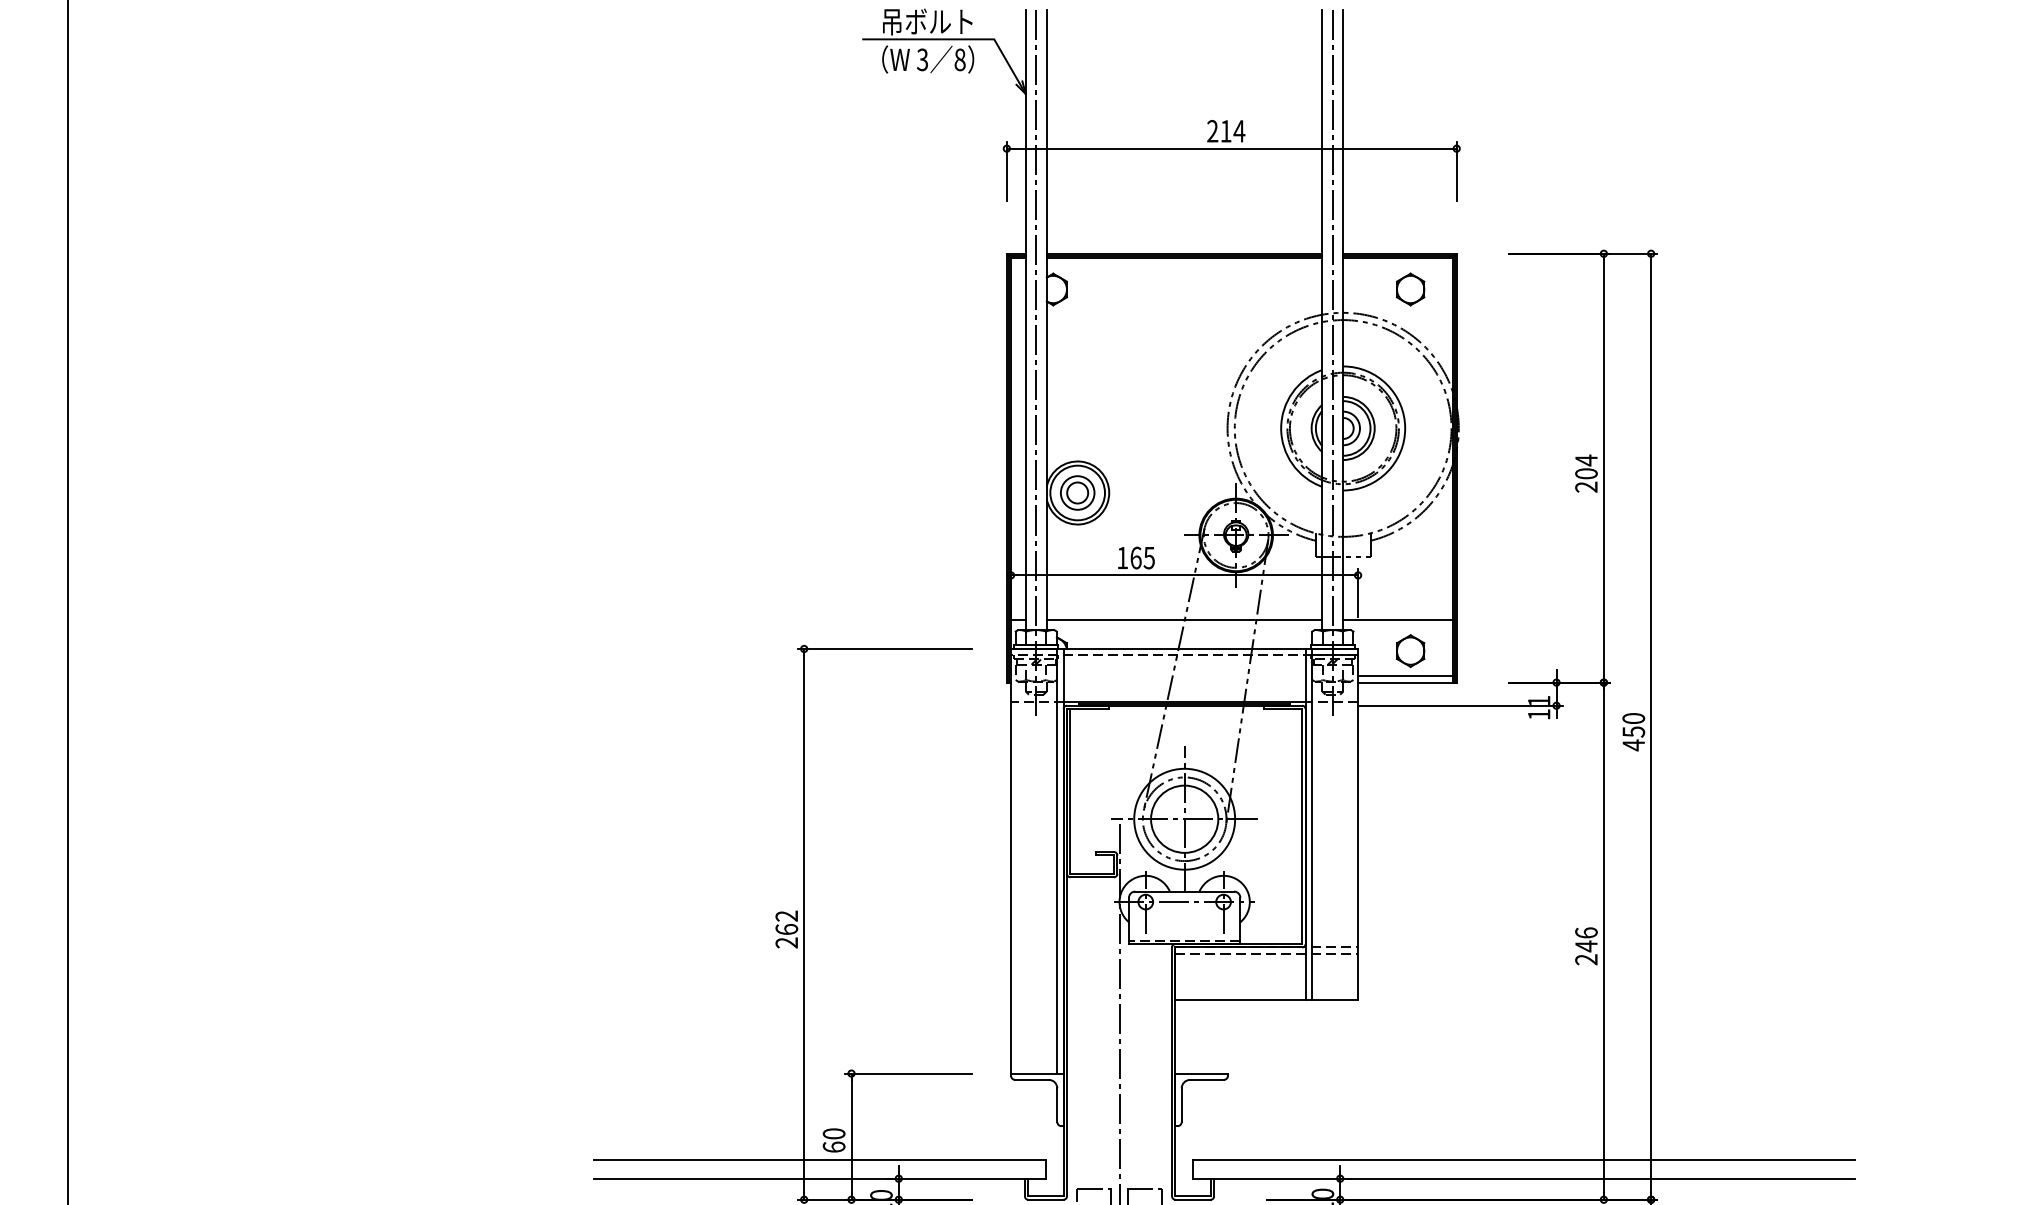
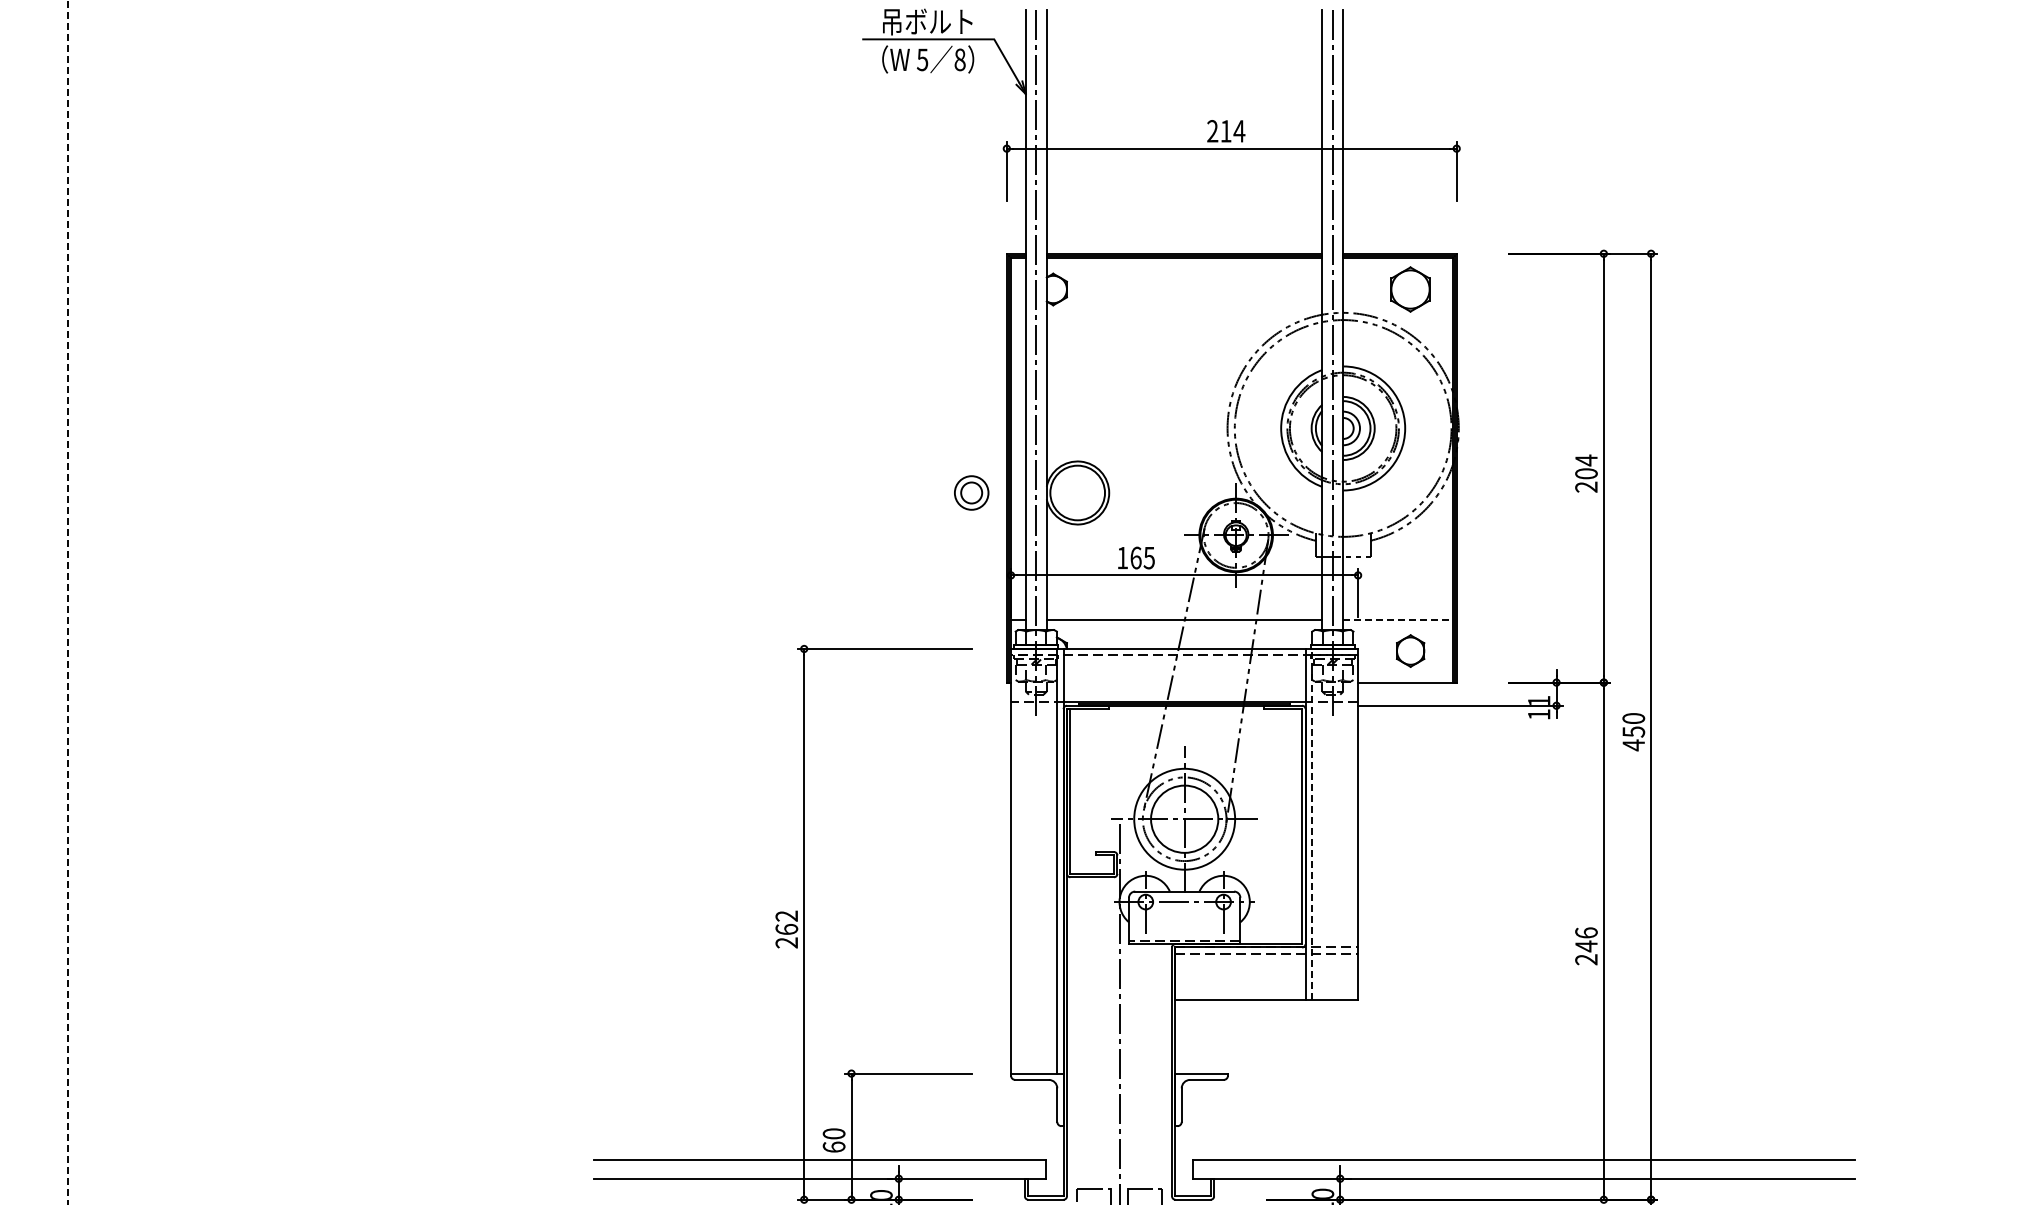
text at (922, 59): 3 -> 5
part at (1410, 289) size: 30x35 px -> 41x47 px
part at (1077, 492) position: (1077, 492) -> (971, 492)
line at (68, 603): solid -> dashed
line at (1398, 619): solid -> dashed
line at (1405, 675): present -> none
line at (1311, 824): solid -> dashed
